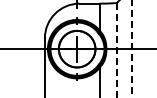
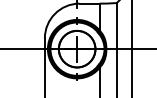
line at (131, 49): dashed -> solid
line at (117, 50): dashed -> solid
